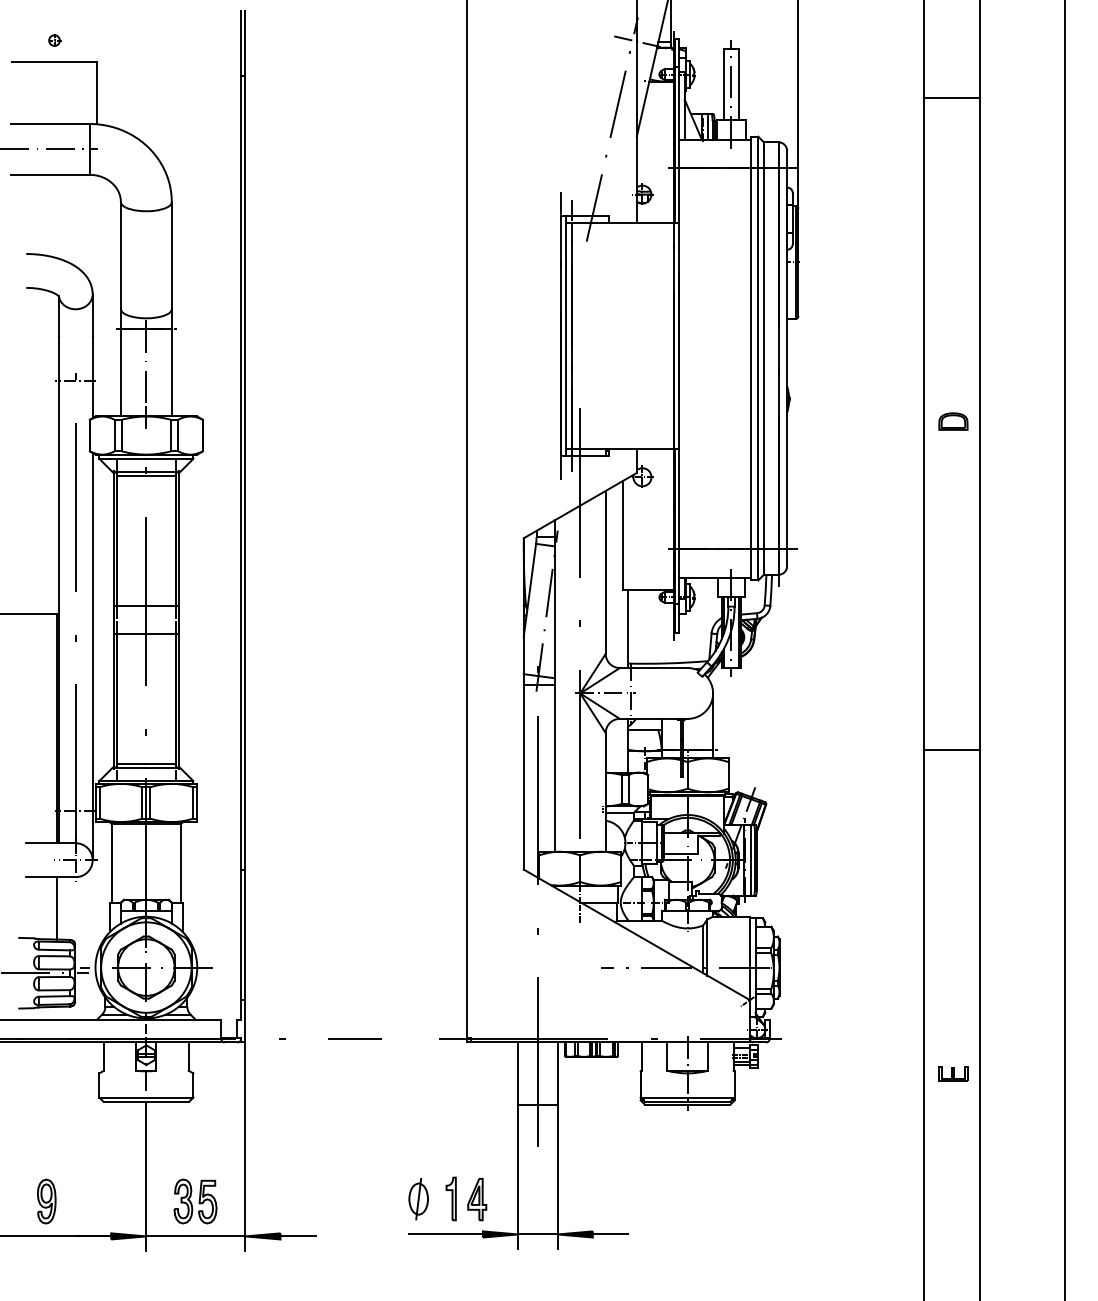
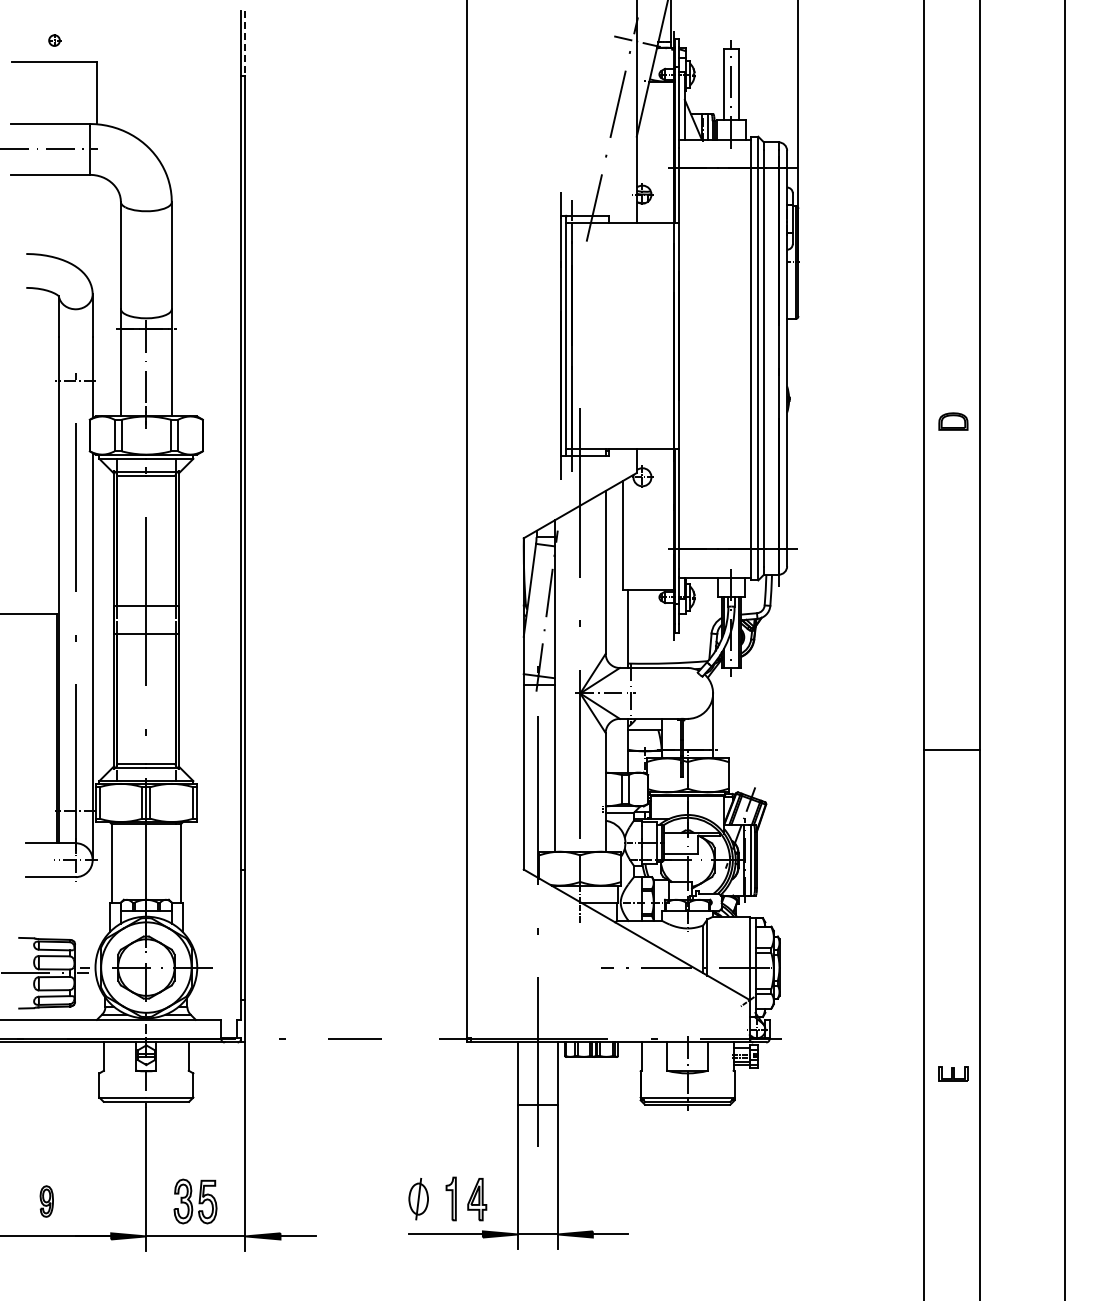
line at (245, 43): solid -> dashed
line at (951, 98): present -> none
line at (57, 908): present -> none
part at (46, 1201) size: 20x47 px -> 15x33 px
